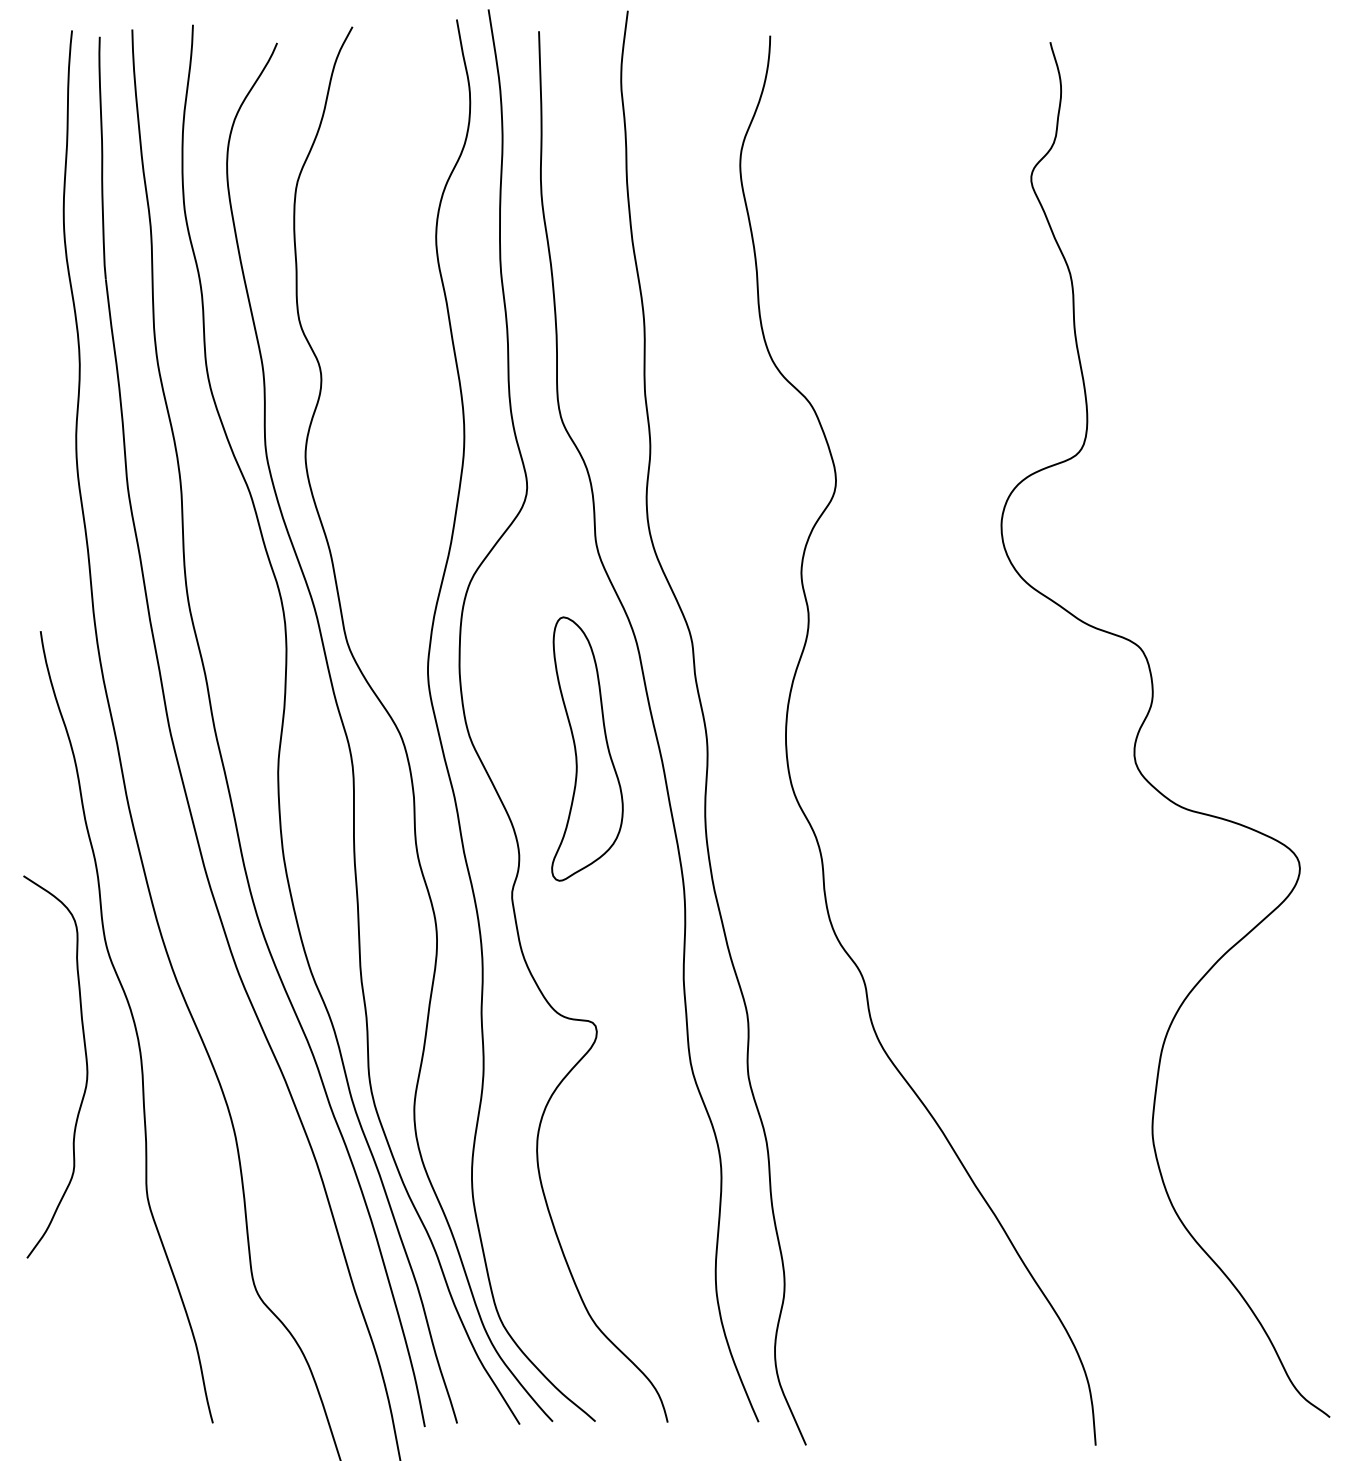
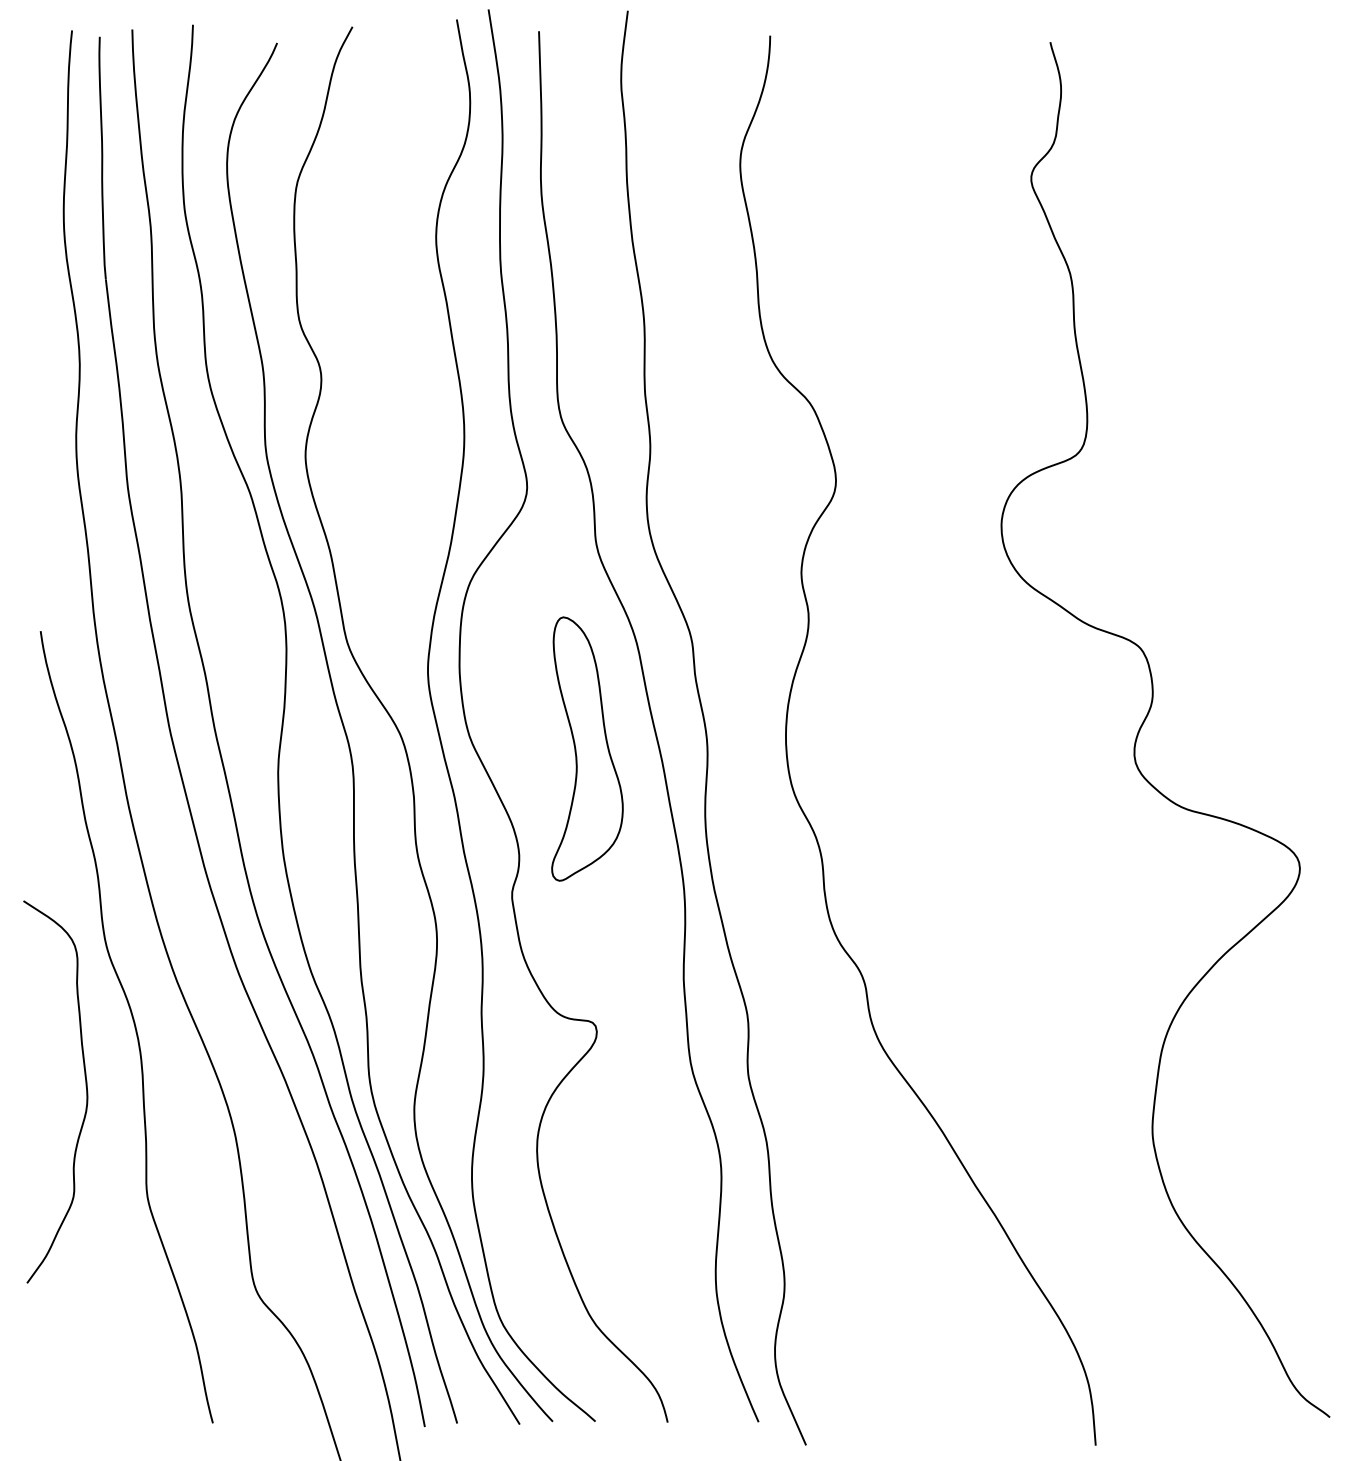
curve at (85, 1061) position: (85, 1061) -> (85, 1086)
